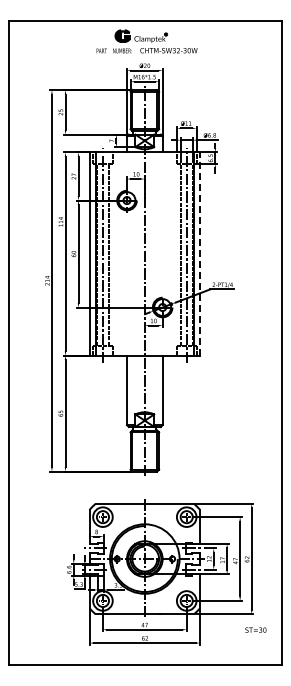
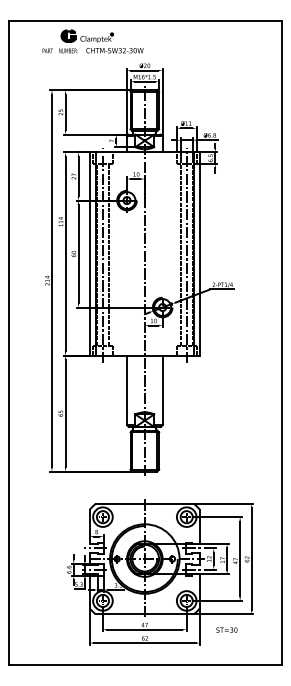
part at (146, 41) position: (146, 41) -> (92, 41)
line at (200, 254): dashed -> solid
text at (255, 629) position: (255, 629) -> (226, 629)
